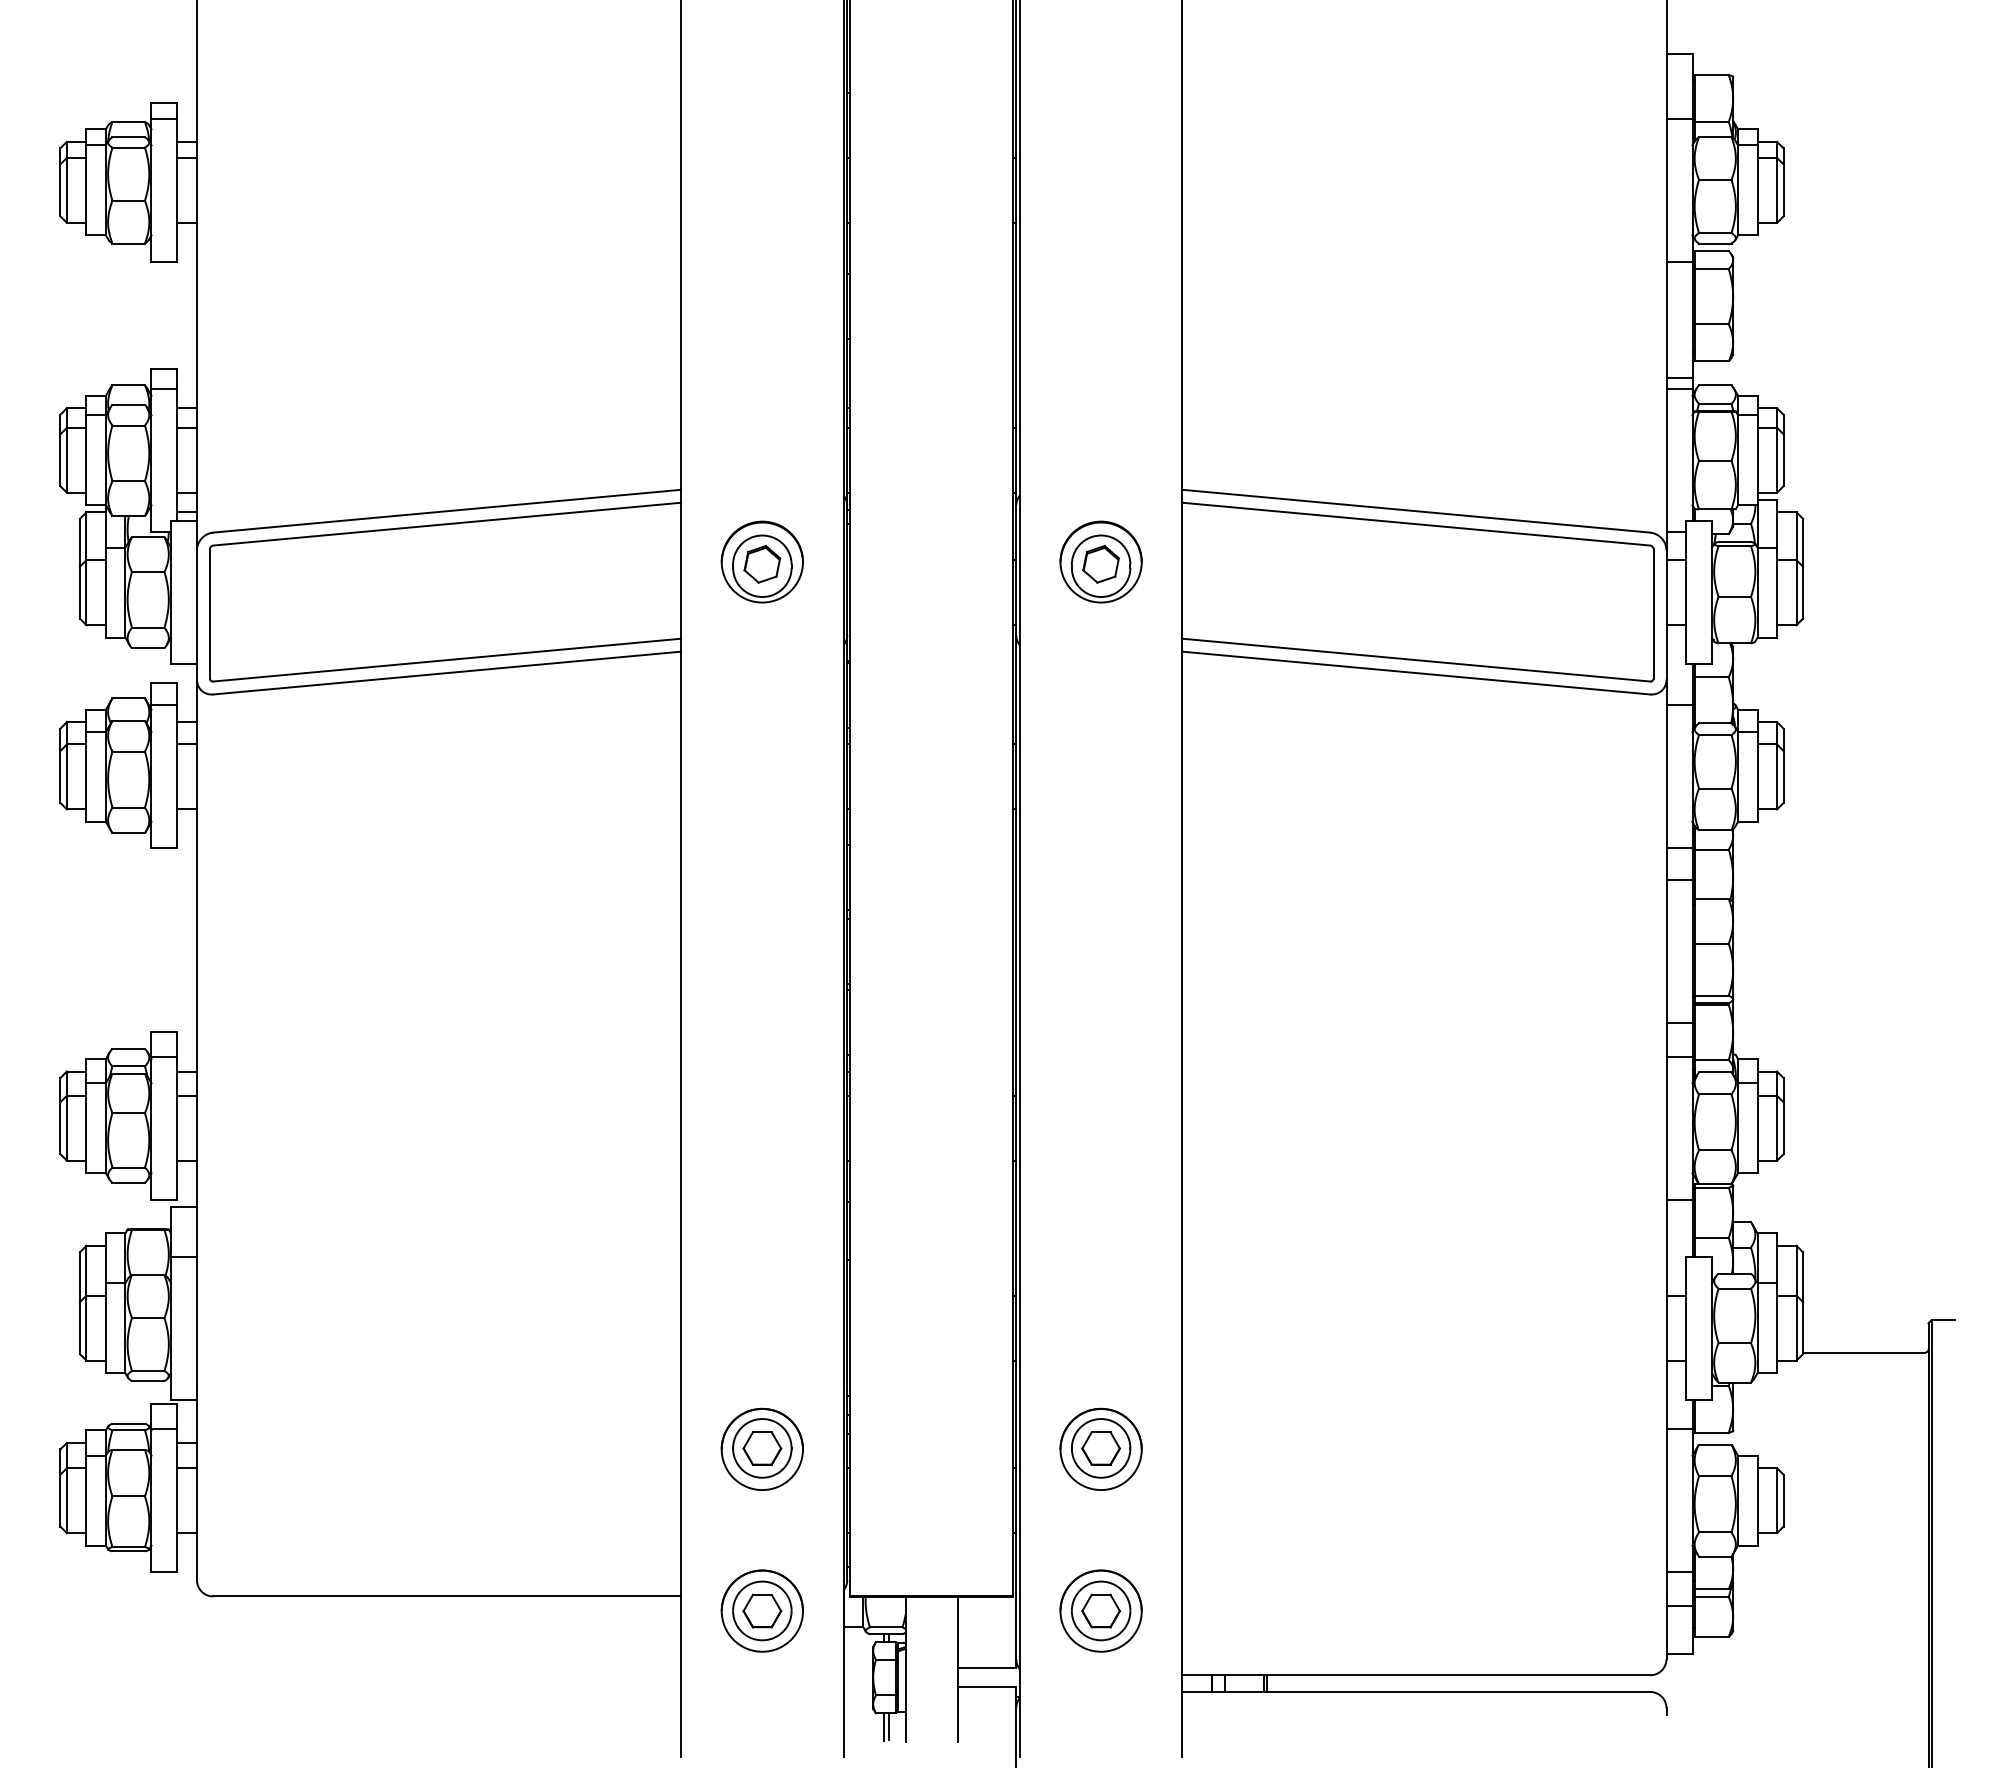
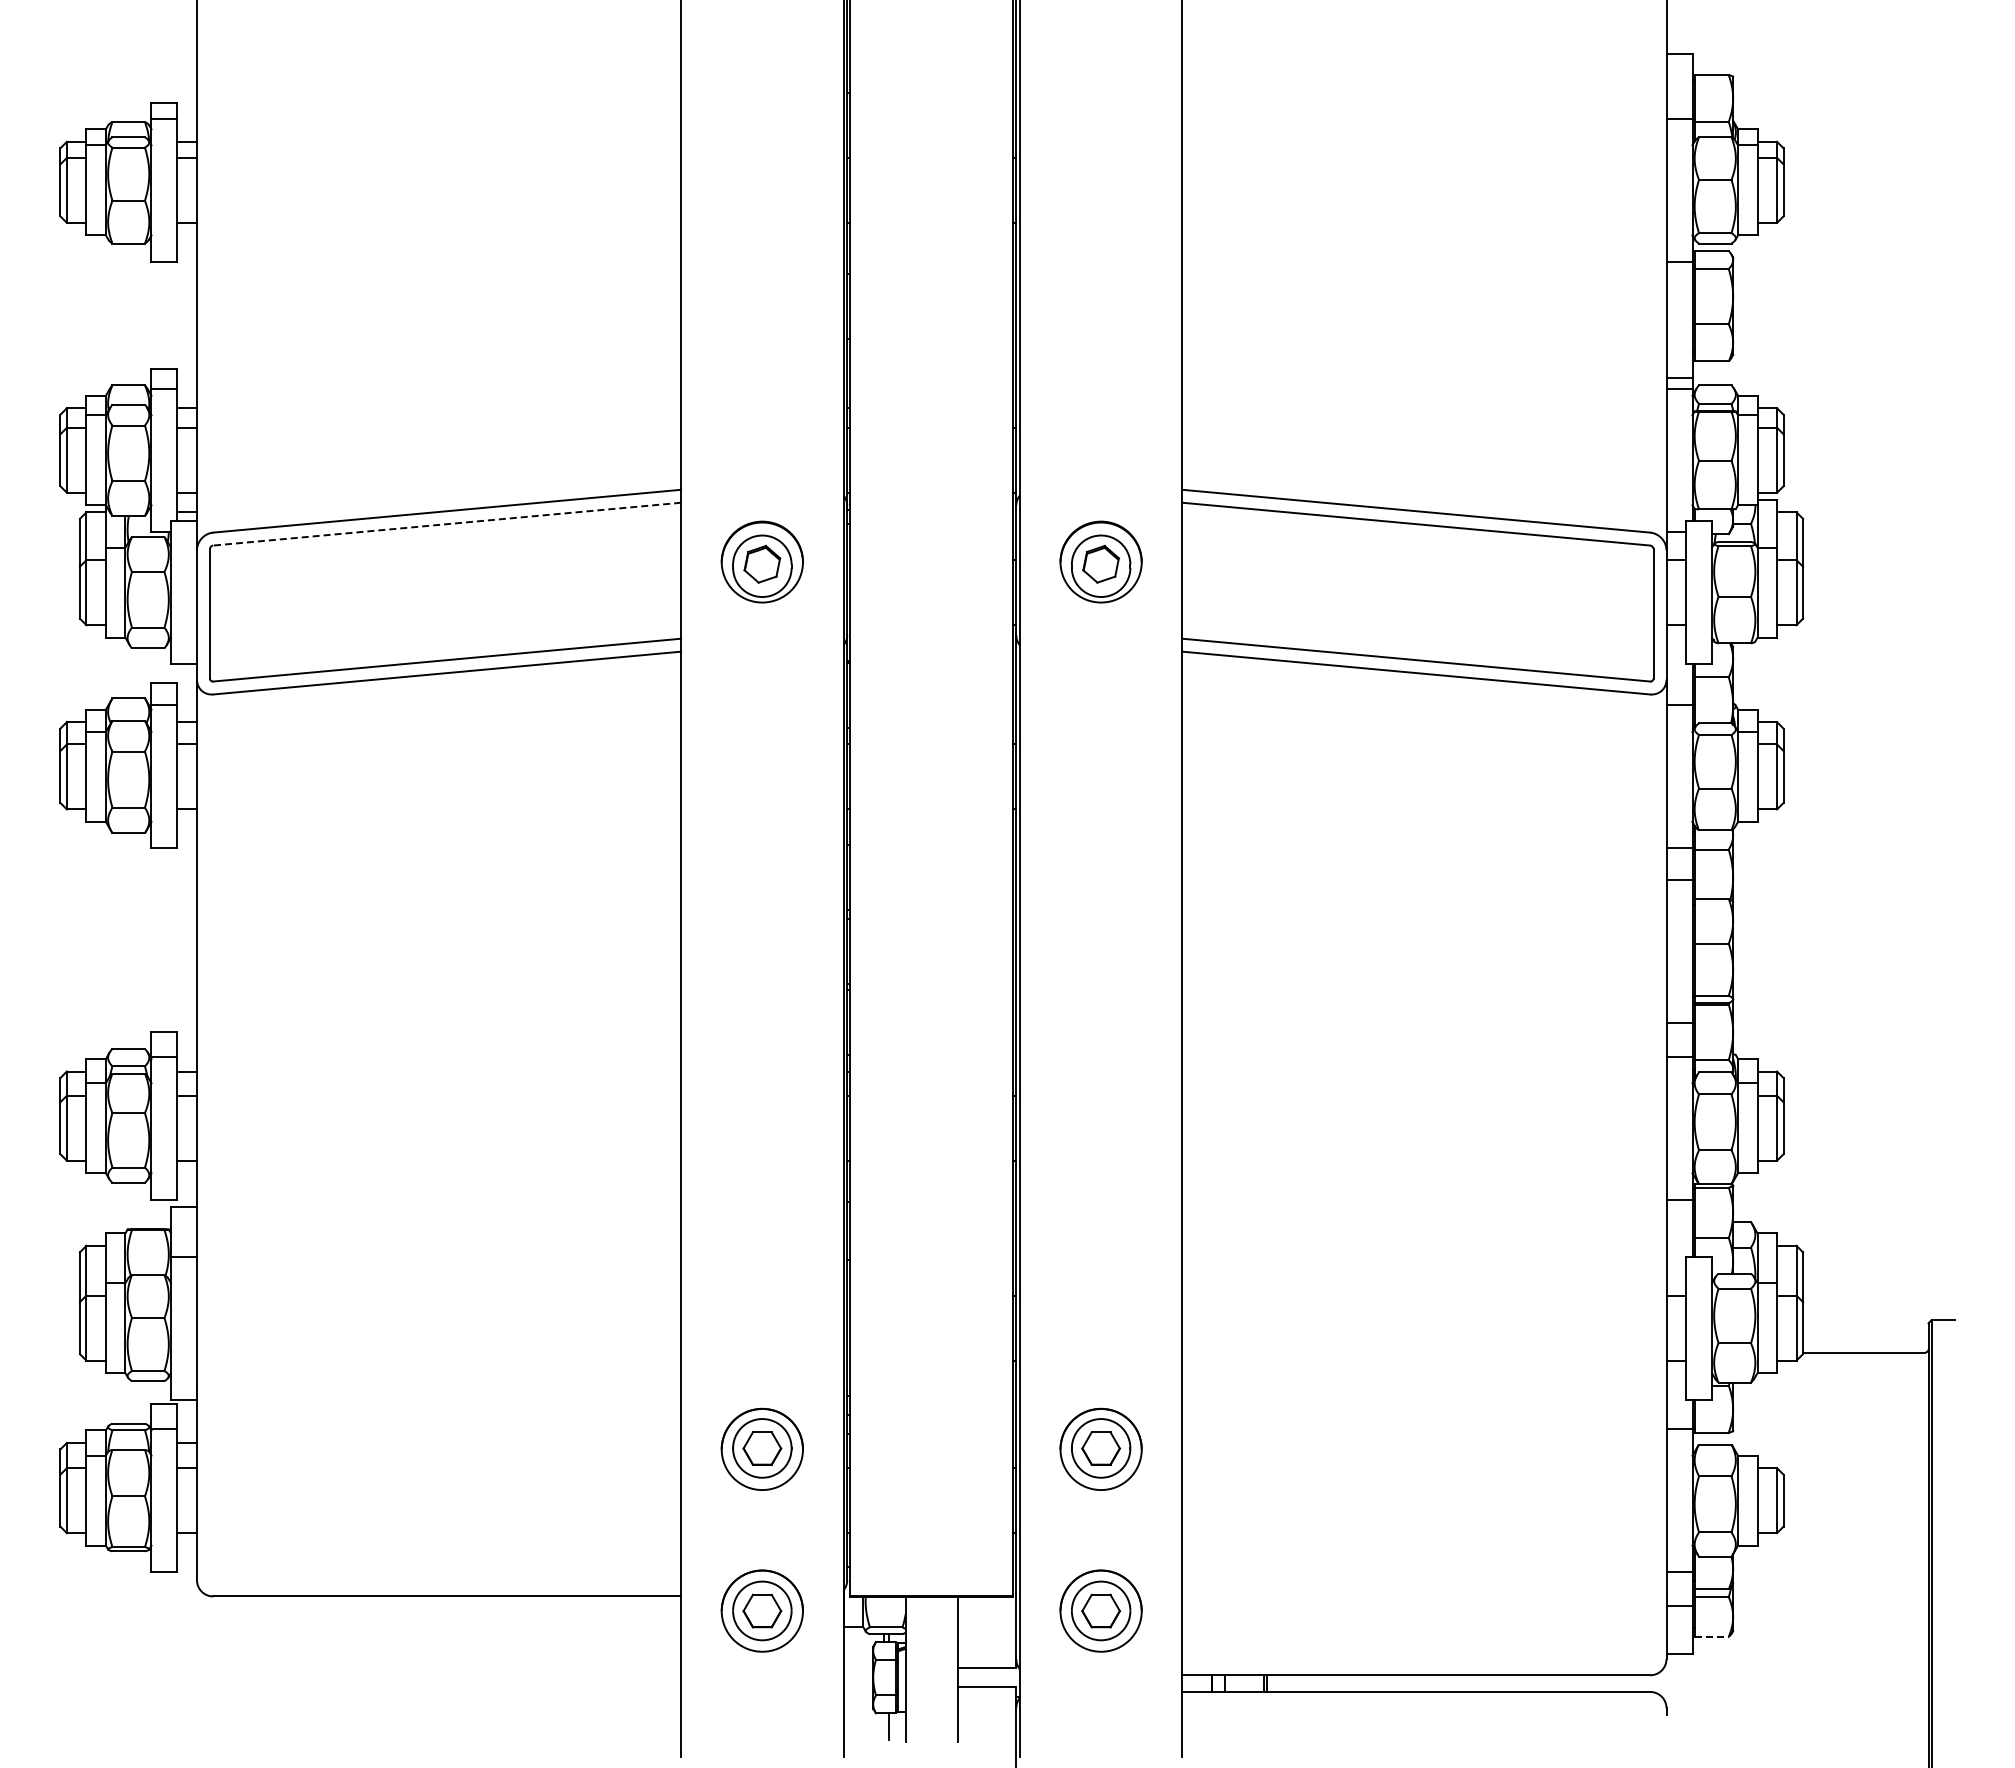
line at (447, 524): solid -> dashed
line at (1711, 1636): solid -> dashed
line at (883, 1726): present -> none
